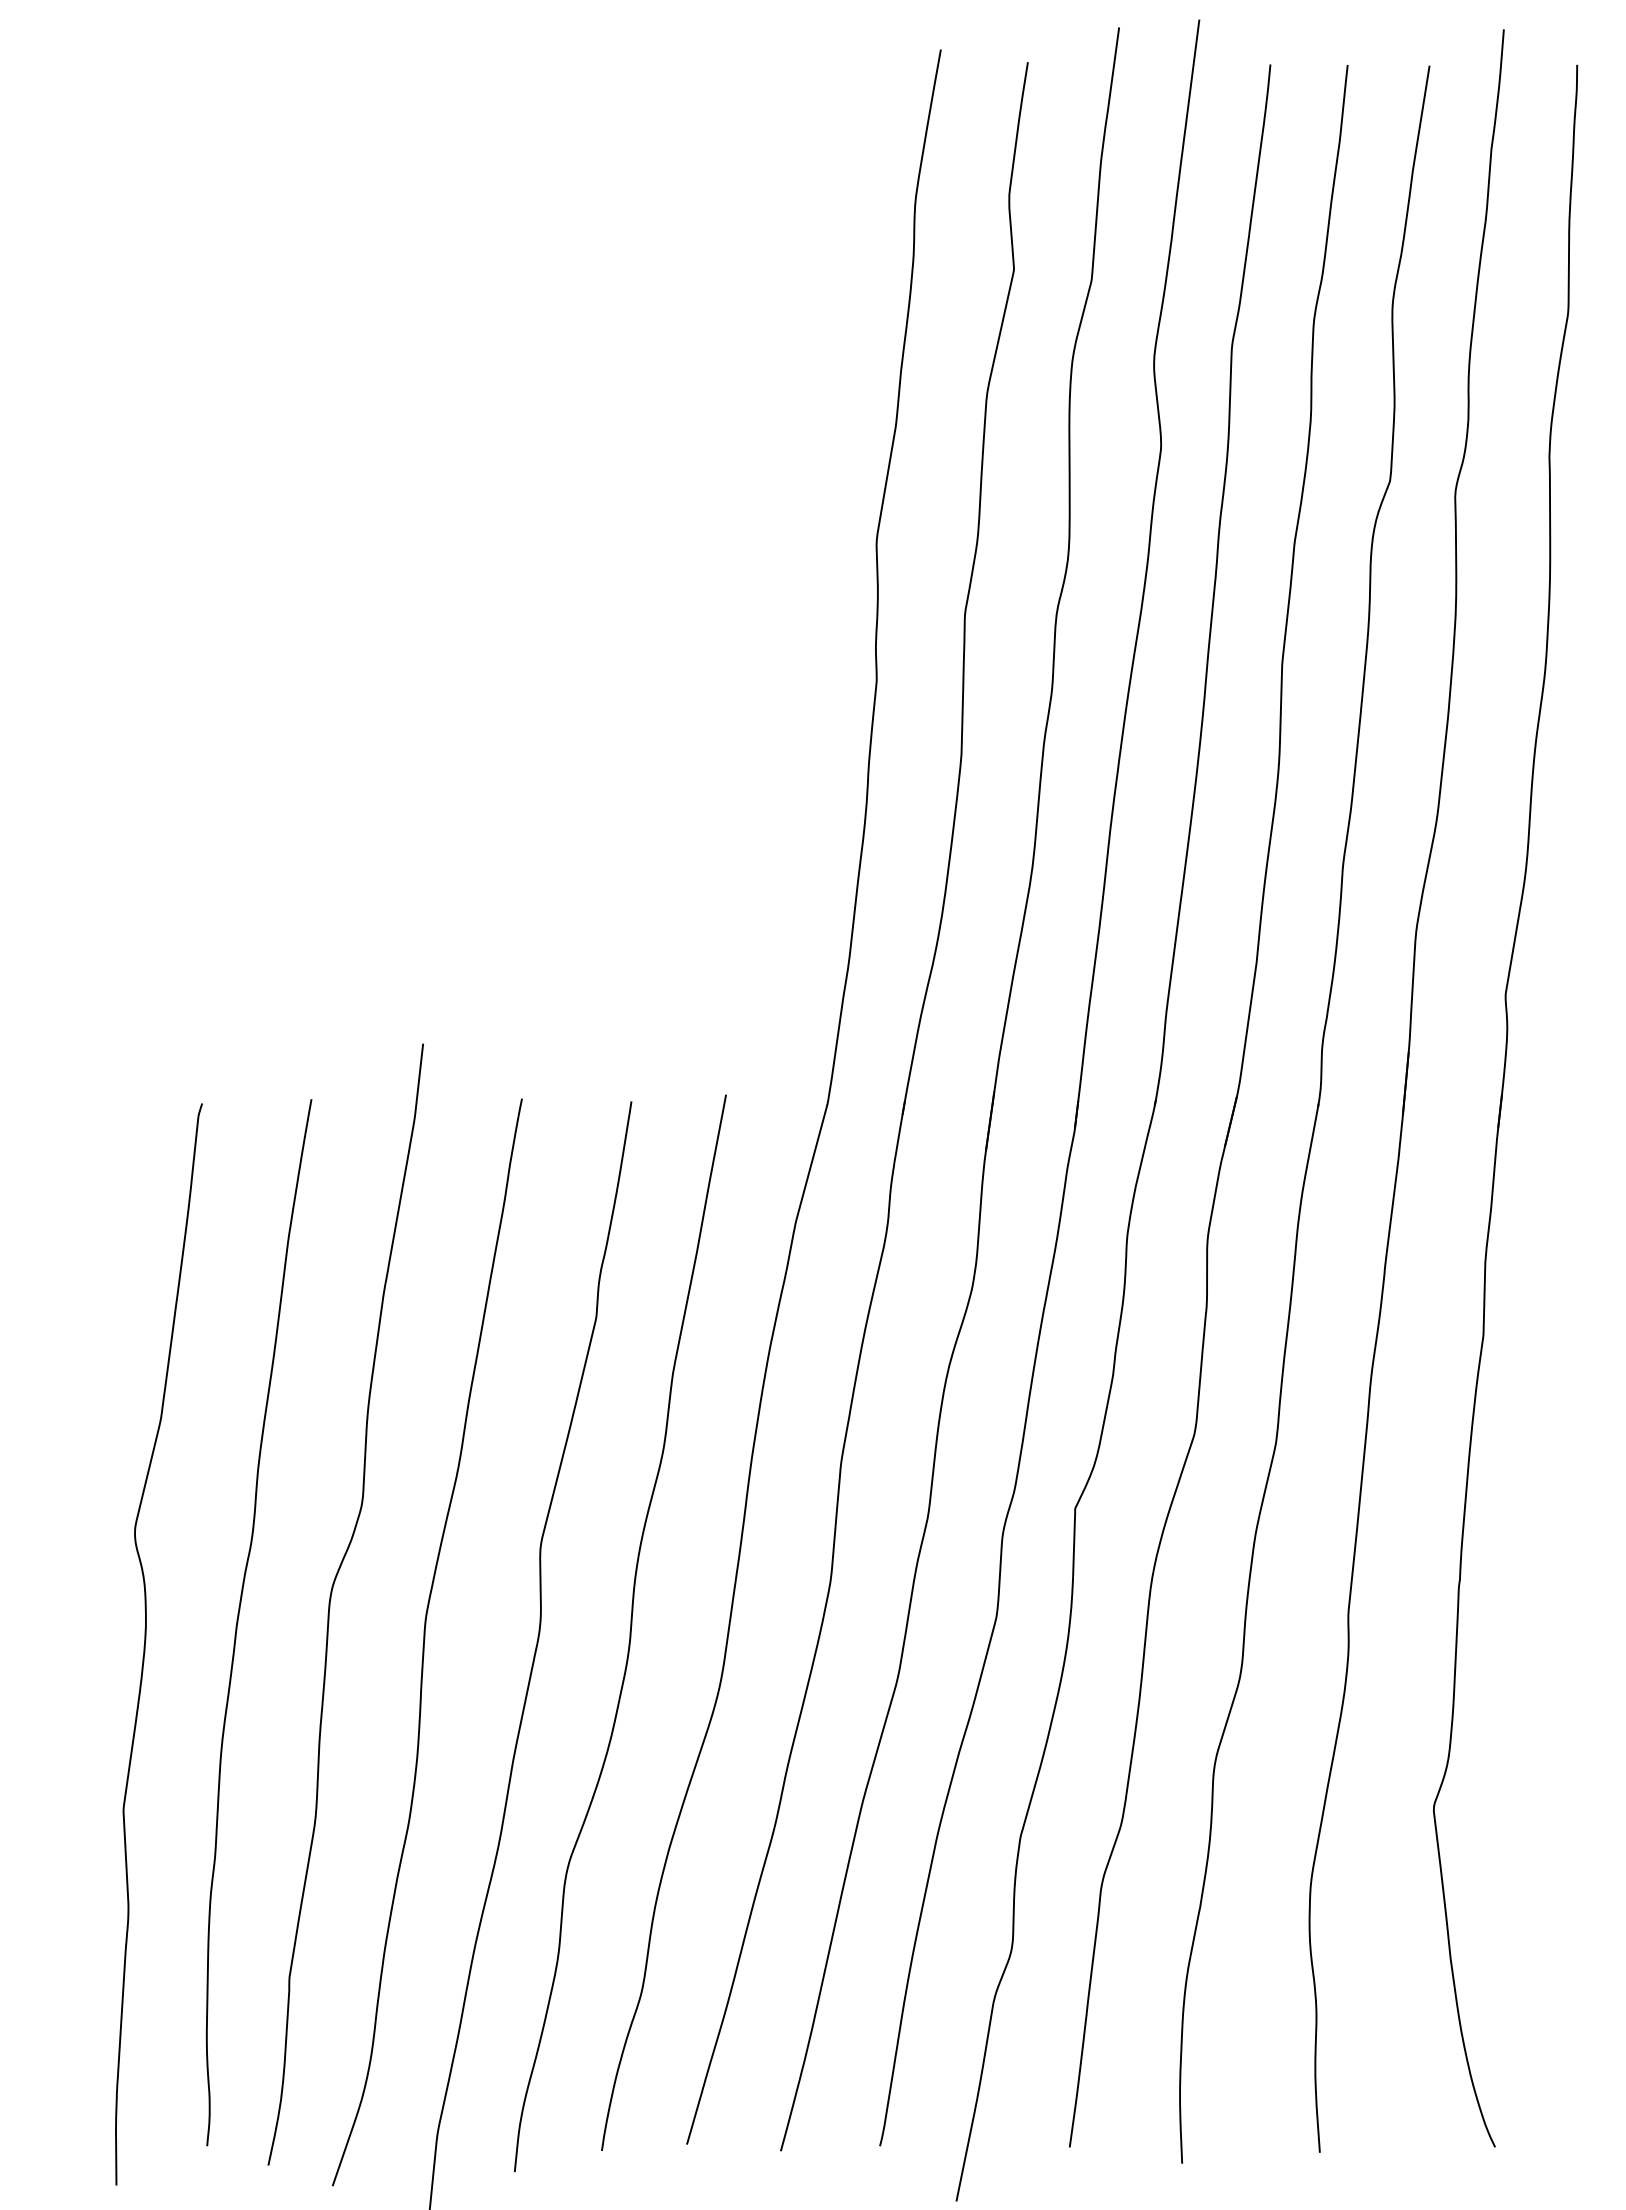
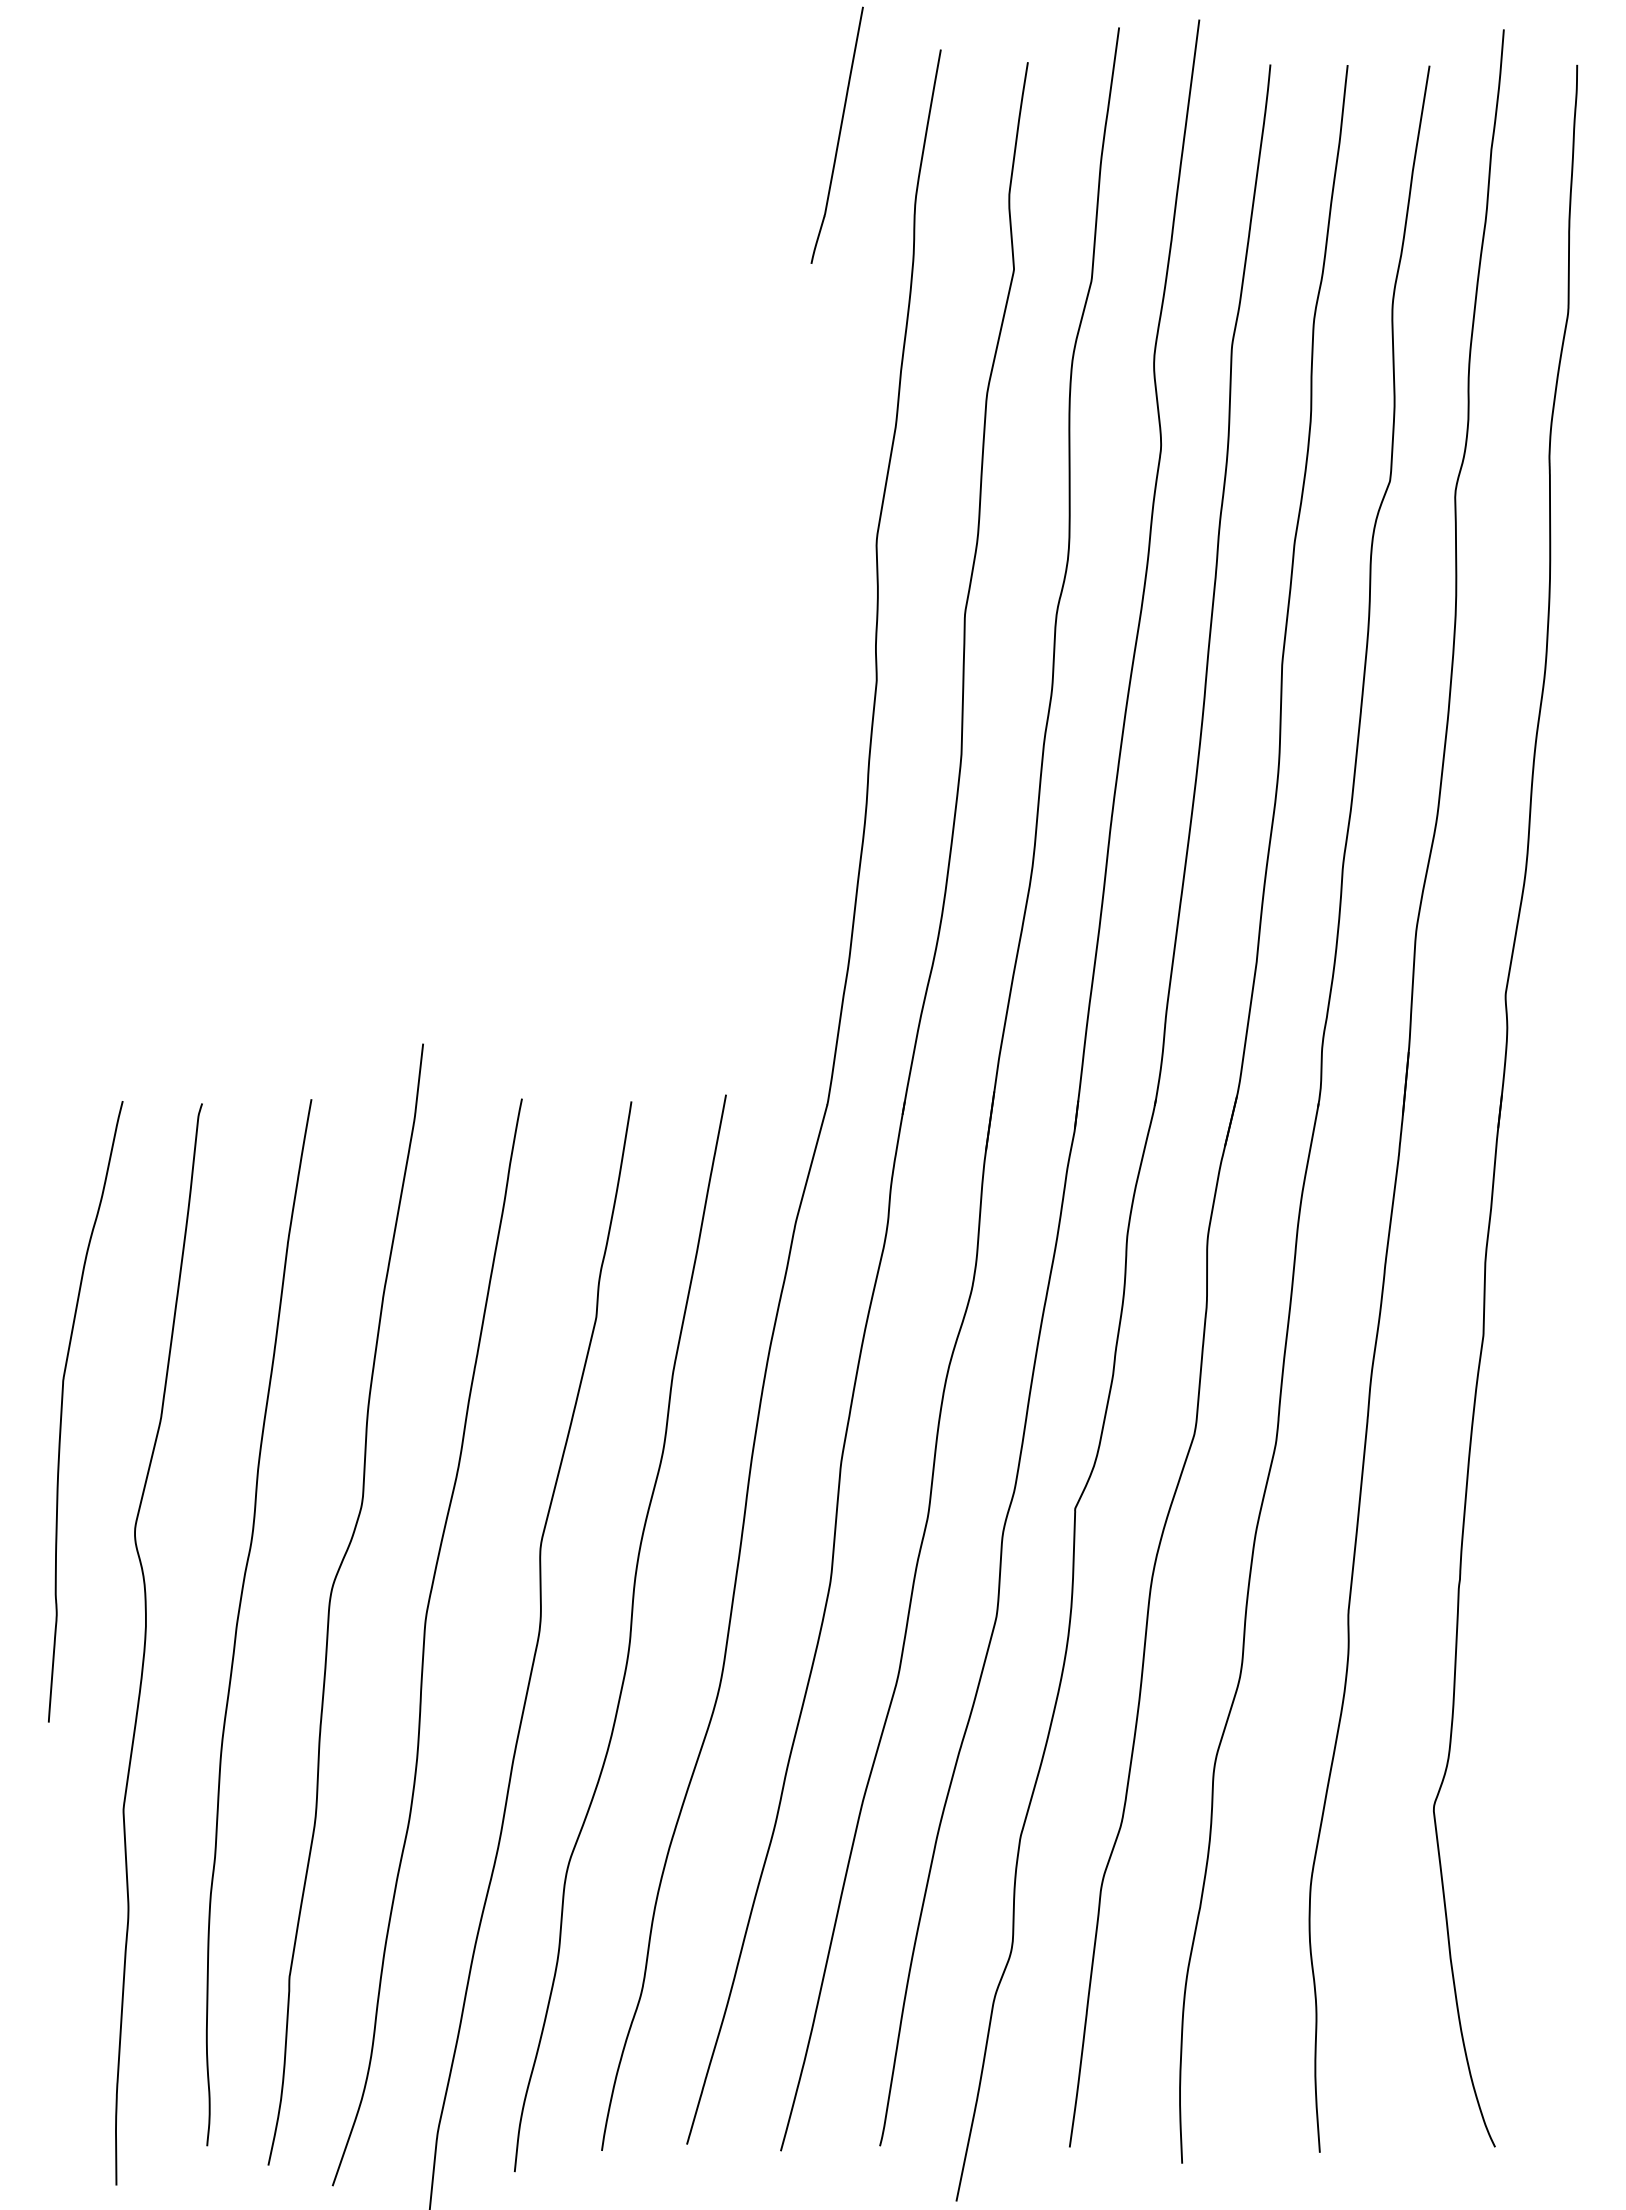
curve at (838, 134): none -> present
curve at (62, 1411): none -> present
